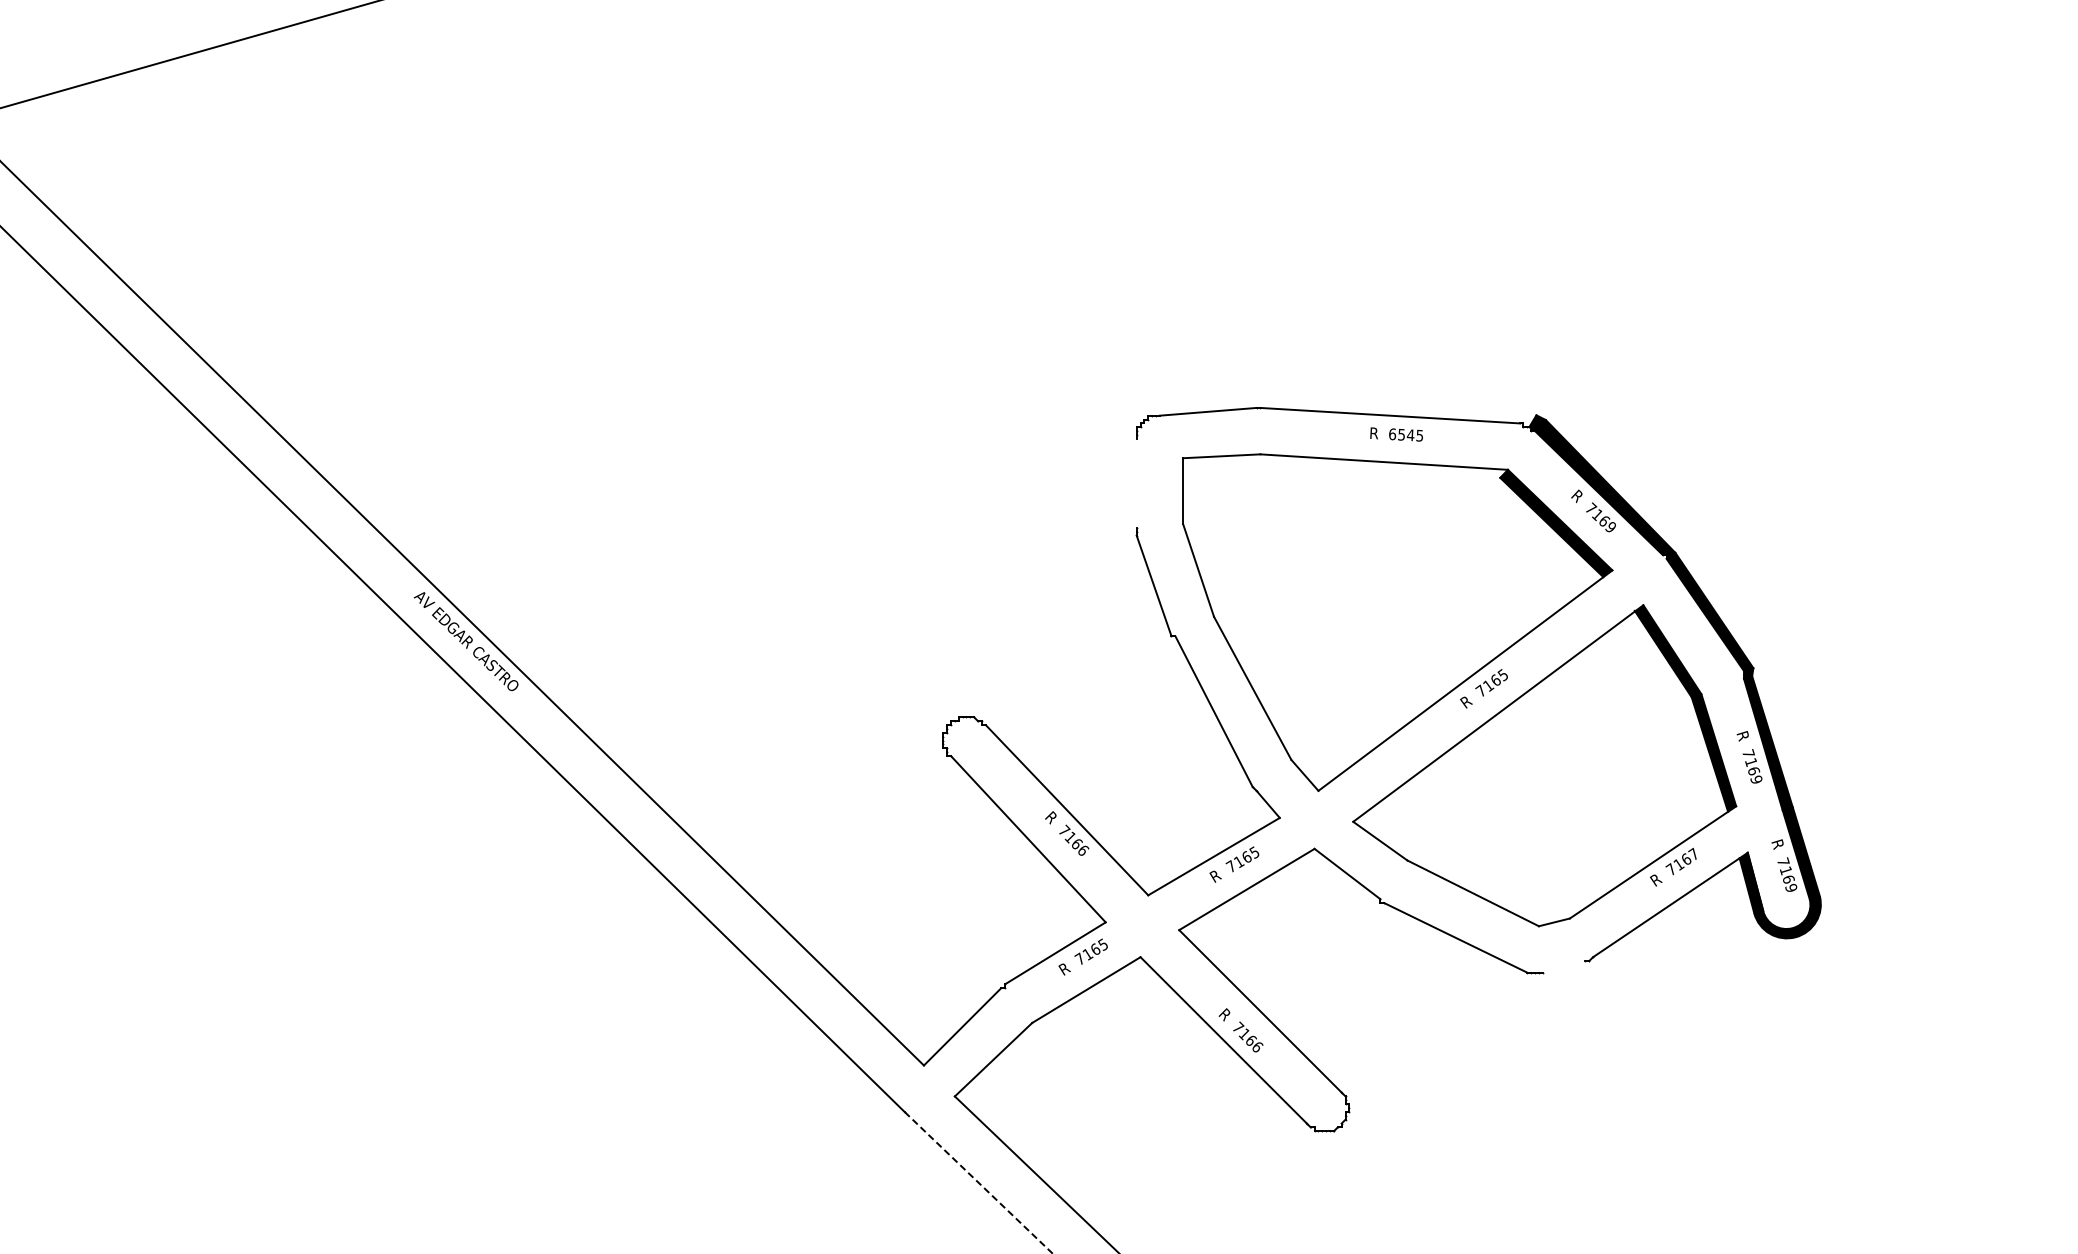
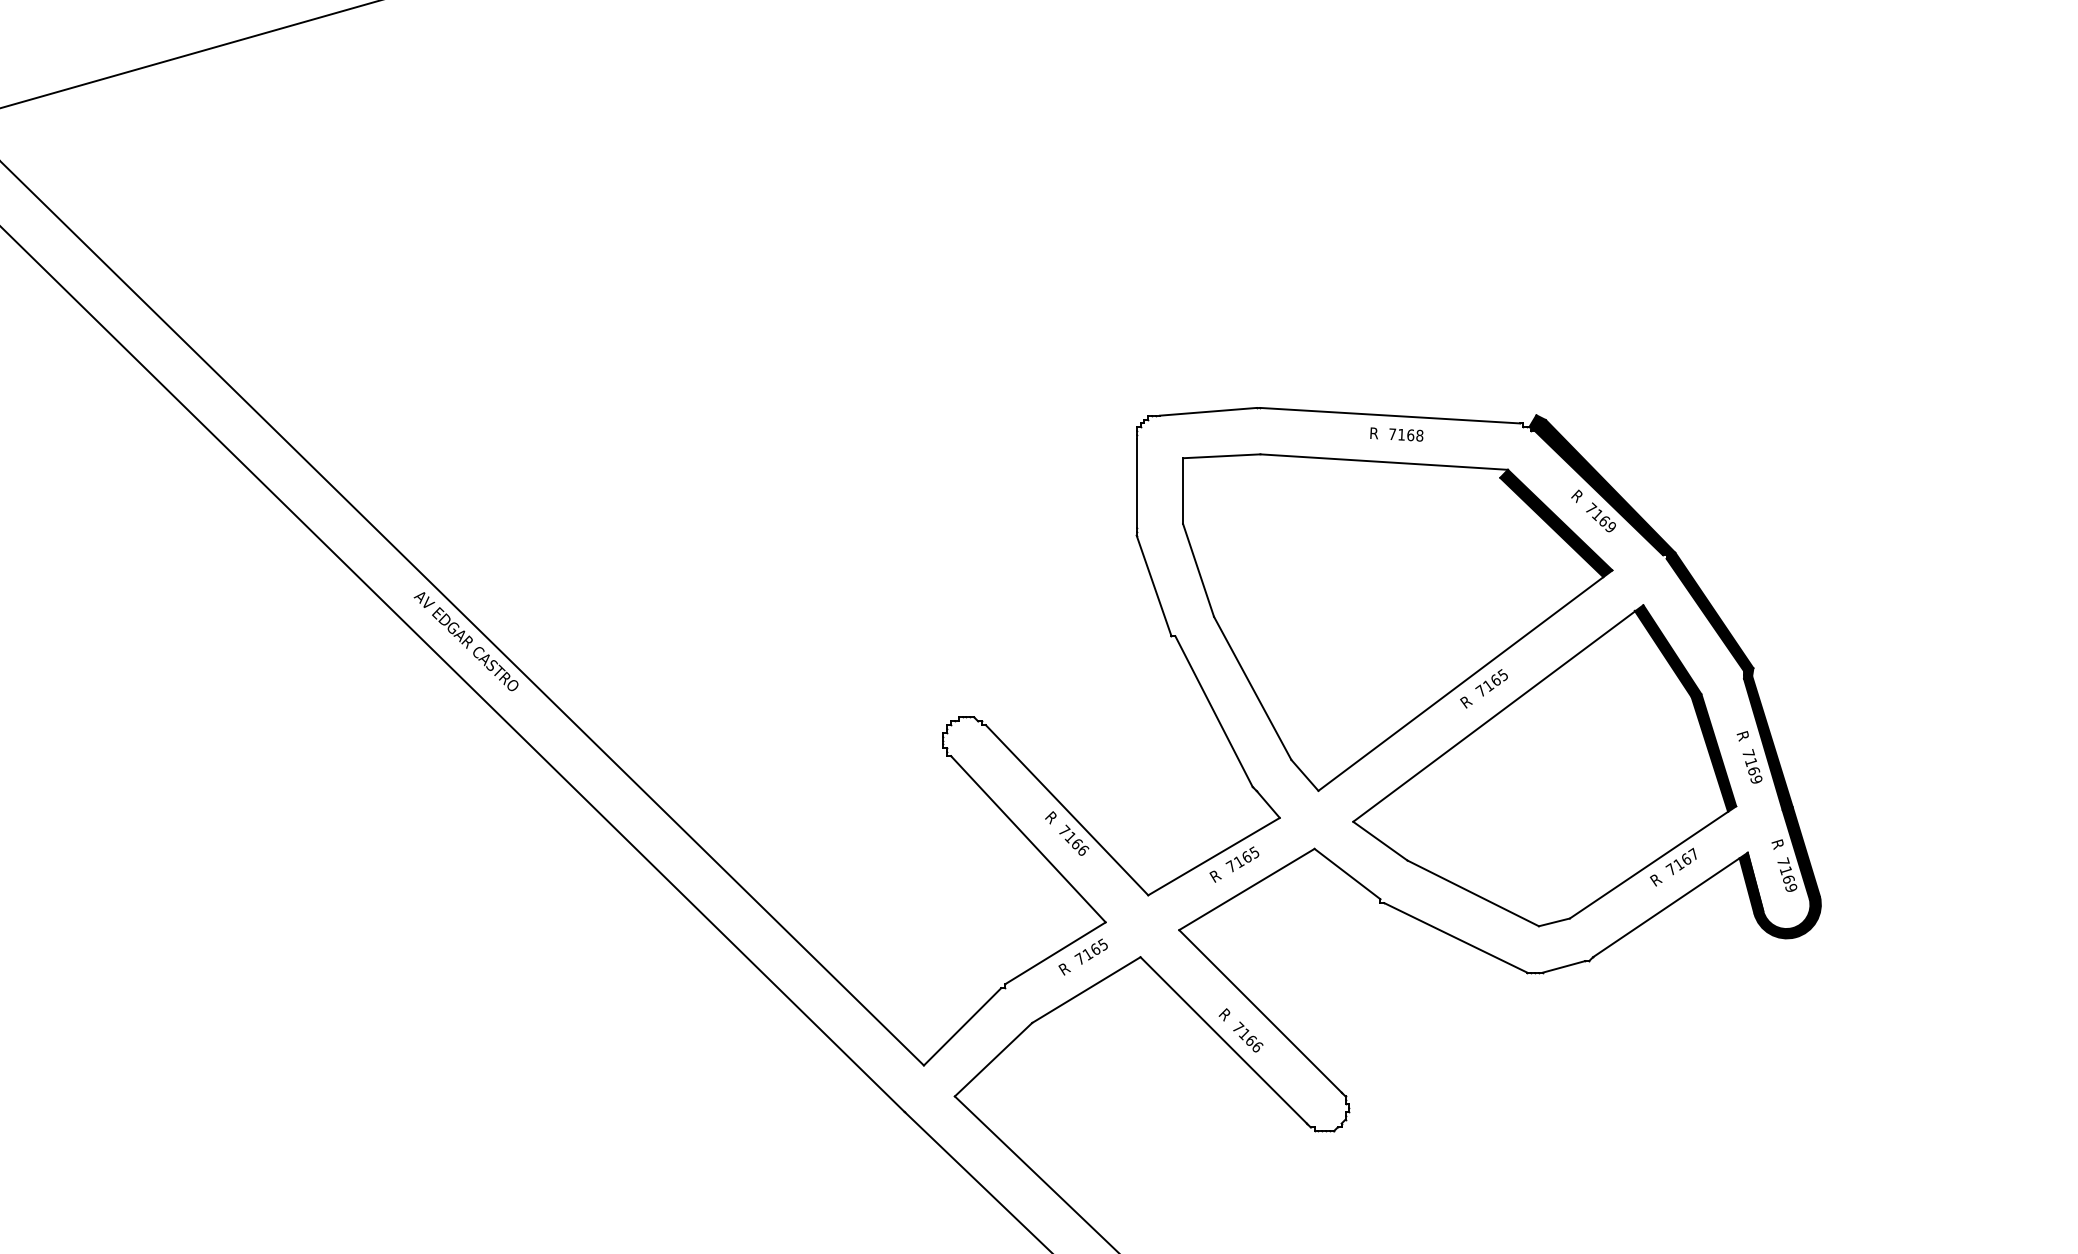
text at (1406, 434): 6545 -> 7168
line at (1136, 482): none -> present
line at (1563, 966): none -> present
line at (978, 1182): dashed -> solid
